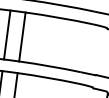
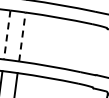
line at (7, 35): solid -> dashed
line at (22, 37): solid -> dashed
